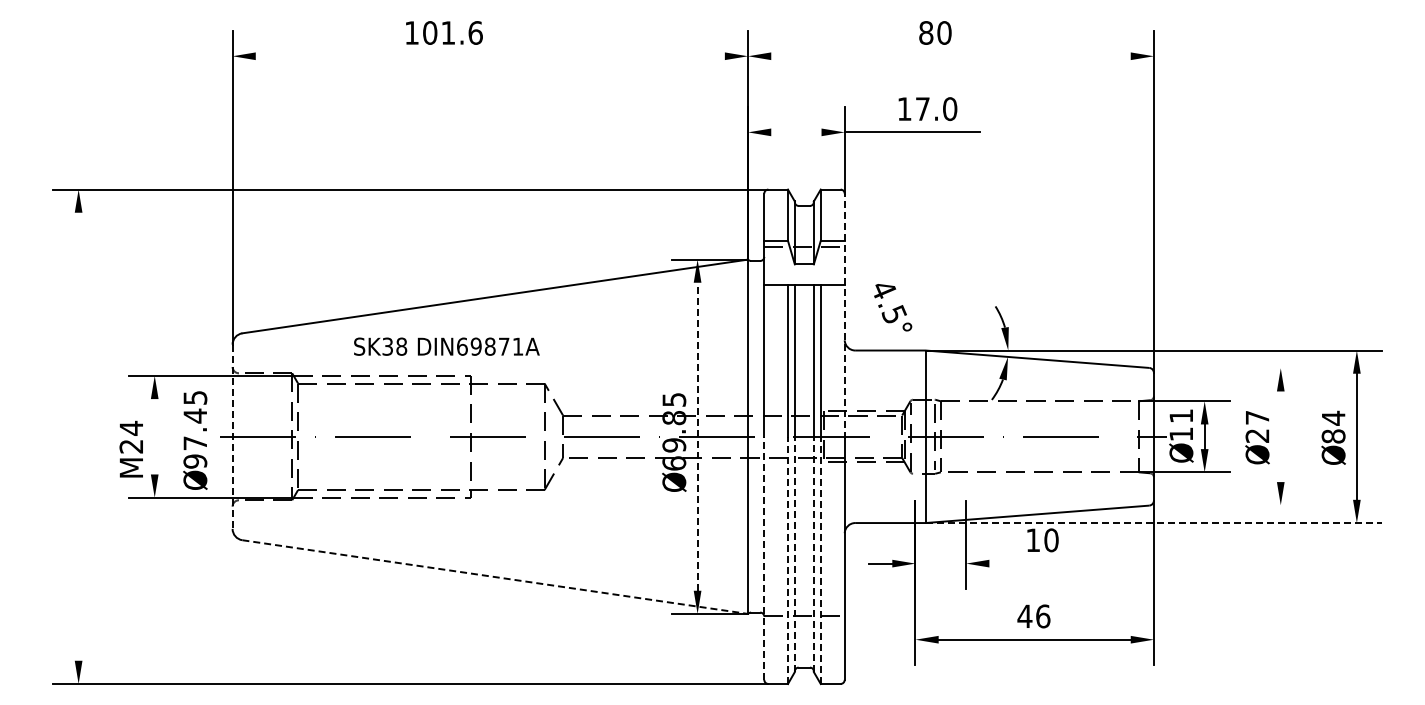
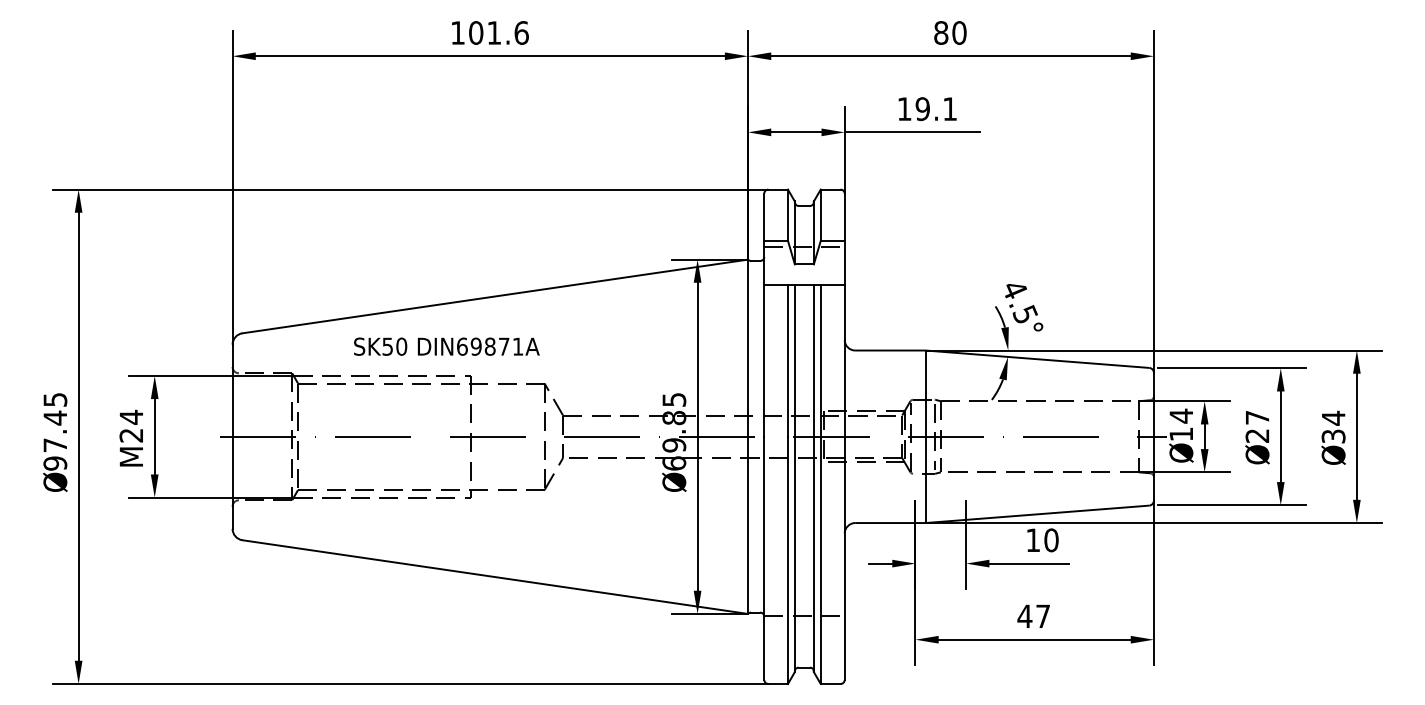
text at (444, 32) position: (444, 32) -> (490, 32)
text at (935, 32) position: (935, 32) -> (950, 32)
line at (489, 56): none -> present
line at (950, 56): none -> present
text at (936, 109): 17.0 -> 19.1
line at (796, 132): none -> present
text at (893, 307) position: (893, 307) -> (1024, 307)
line at (844, 316): dashed -> solid
text at (395, 346): SK38 -> SK50
line at (1231, 368): none -> present
text at (1180, 415): 11 -> 14
line at (78, 436): none -> present
line at (154, 436): none -> present
line at (697, 436): dashed -> solid
line at (1280, 436): none -> present
text at (1333, 436): 84 -> 34
line at (232, 437): dashed -> solid
text at (195, 440) position: (195, 440) -> (55, 442)
text at (130, 448) position: (130, 448) -> (130, 437)
line at (1231, 505): none -> present
line at (1154, 523): dashed -> solid
line at (794, 554): dashed -> solid
line at (813, 554): dashed -> solid
line at (764, 558): dashed -> solid
line at (787, 560): dashed -> solid
line at (820, 560): dashed -> solid
line at (1029, 563): none -> present
line at (495, 577): dashed -> solid
text at (1043, 616): 46 -> 47
